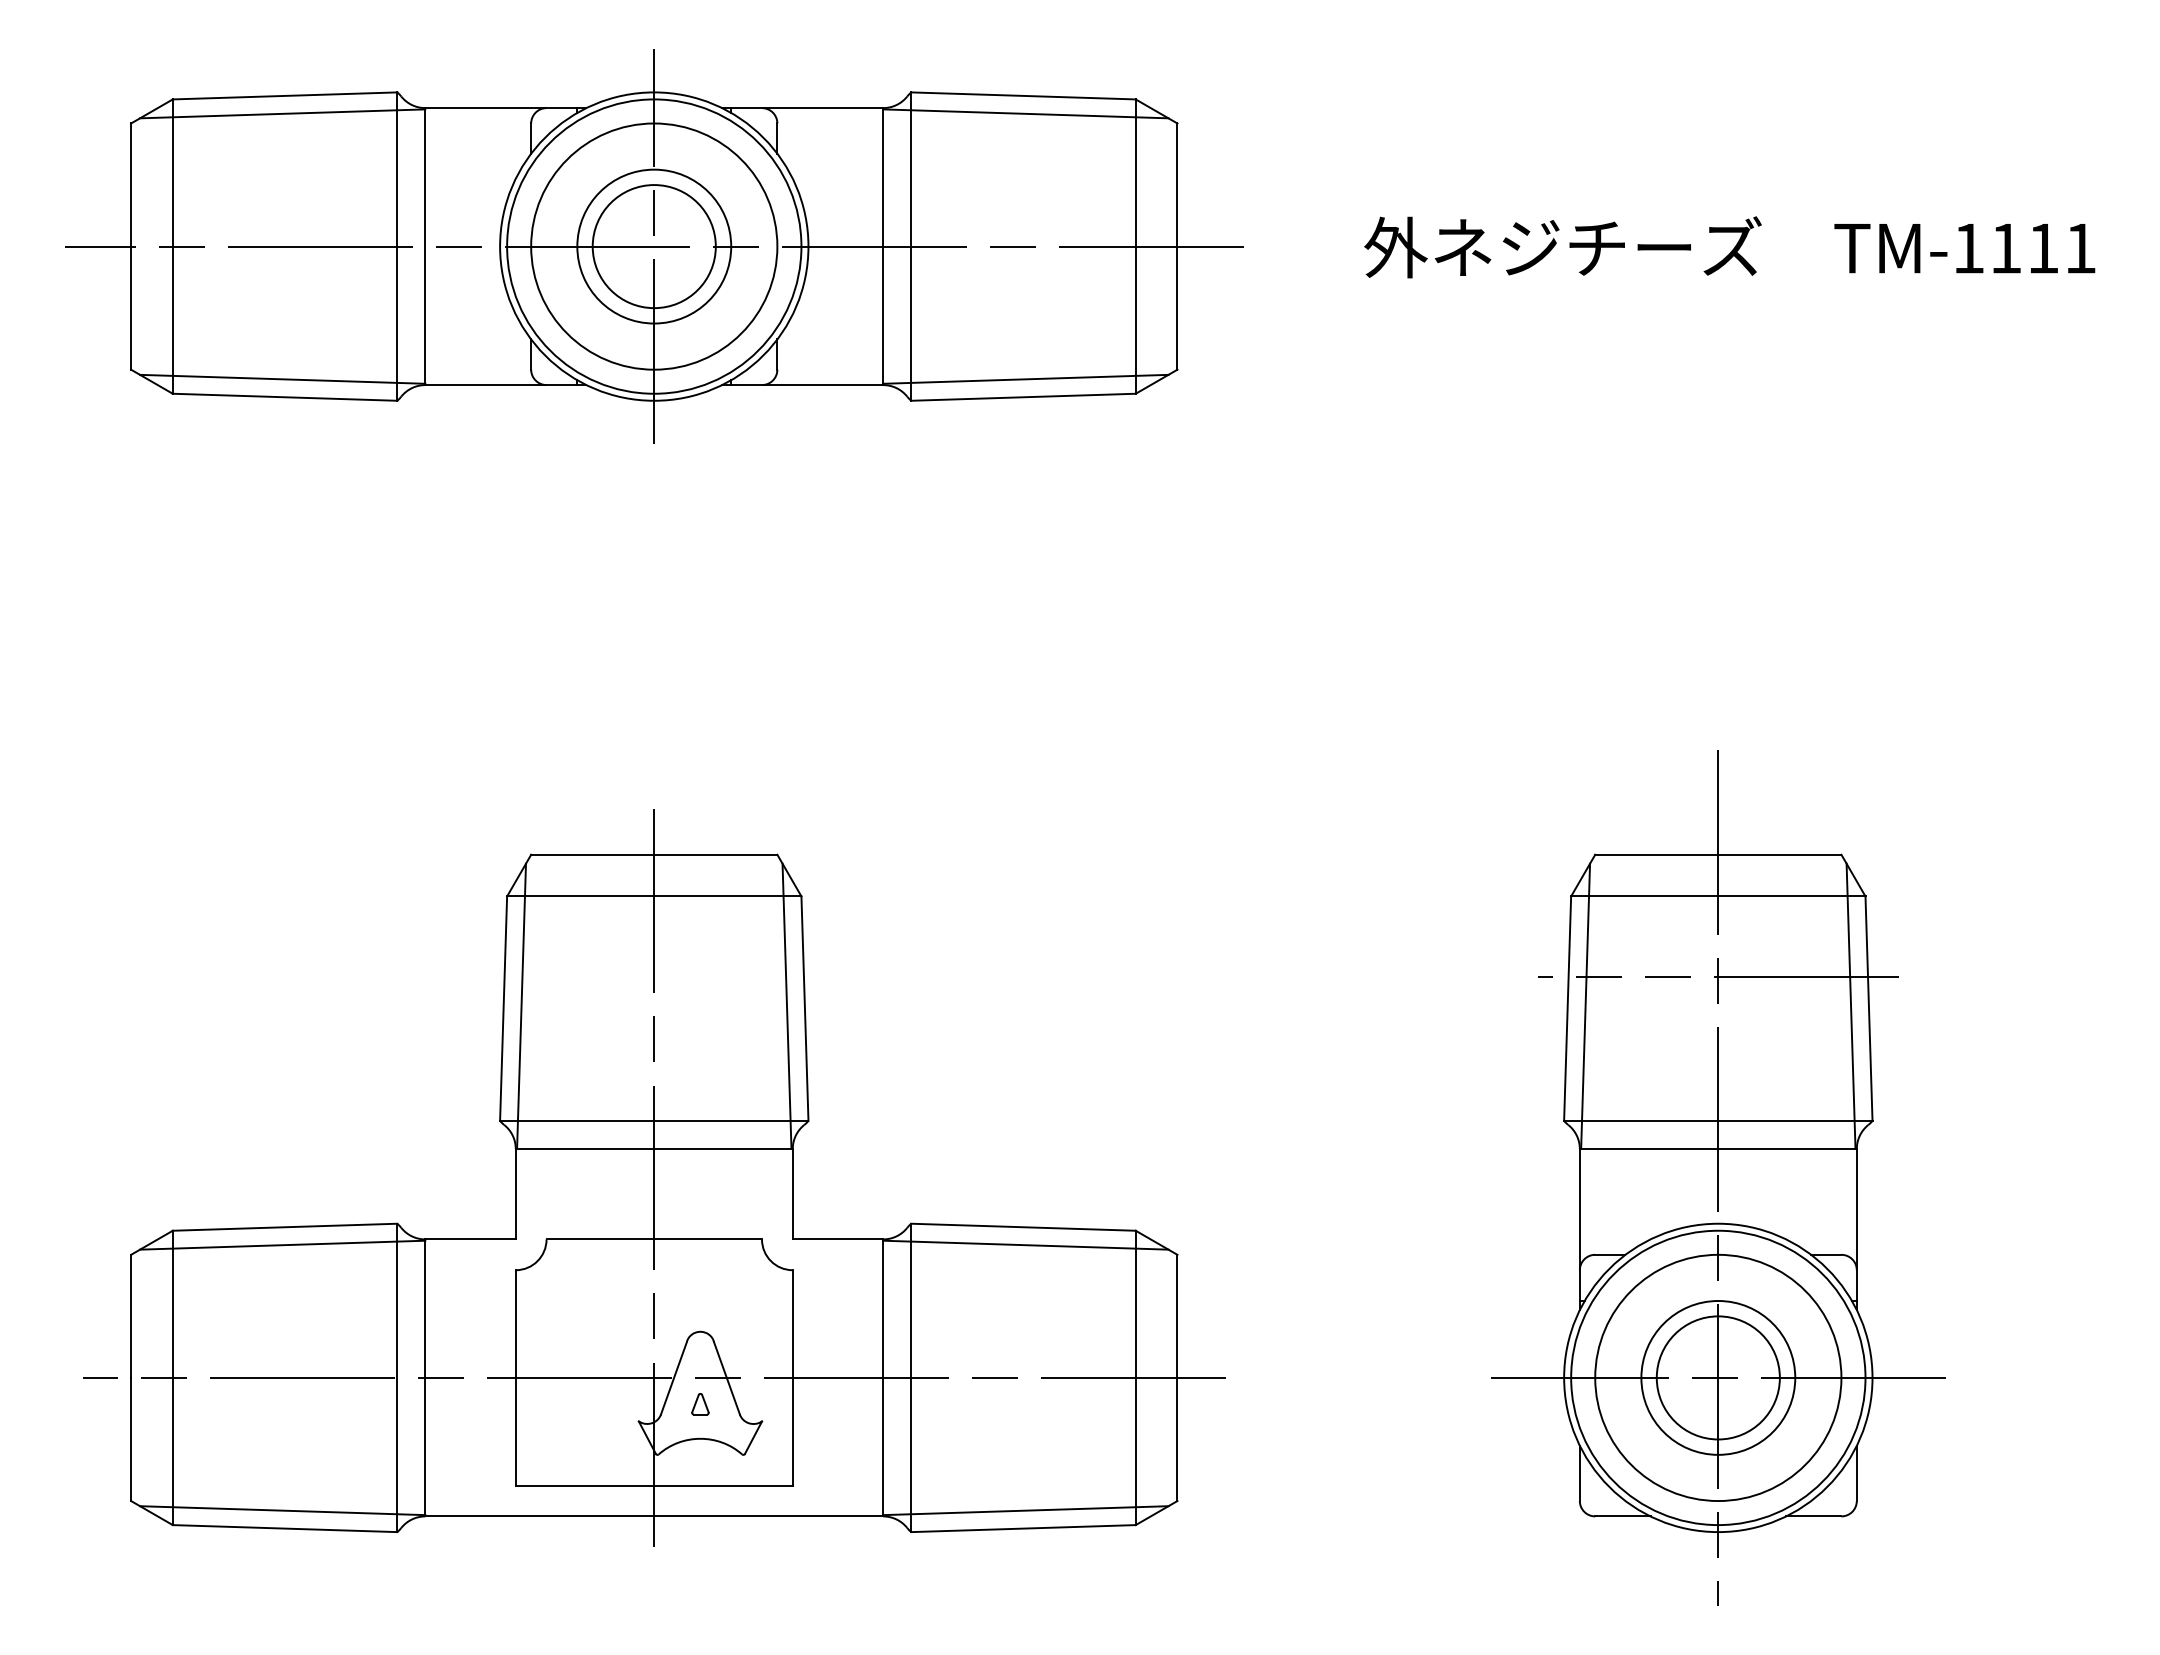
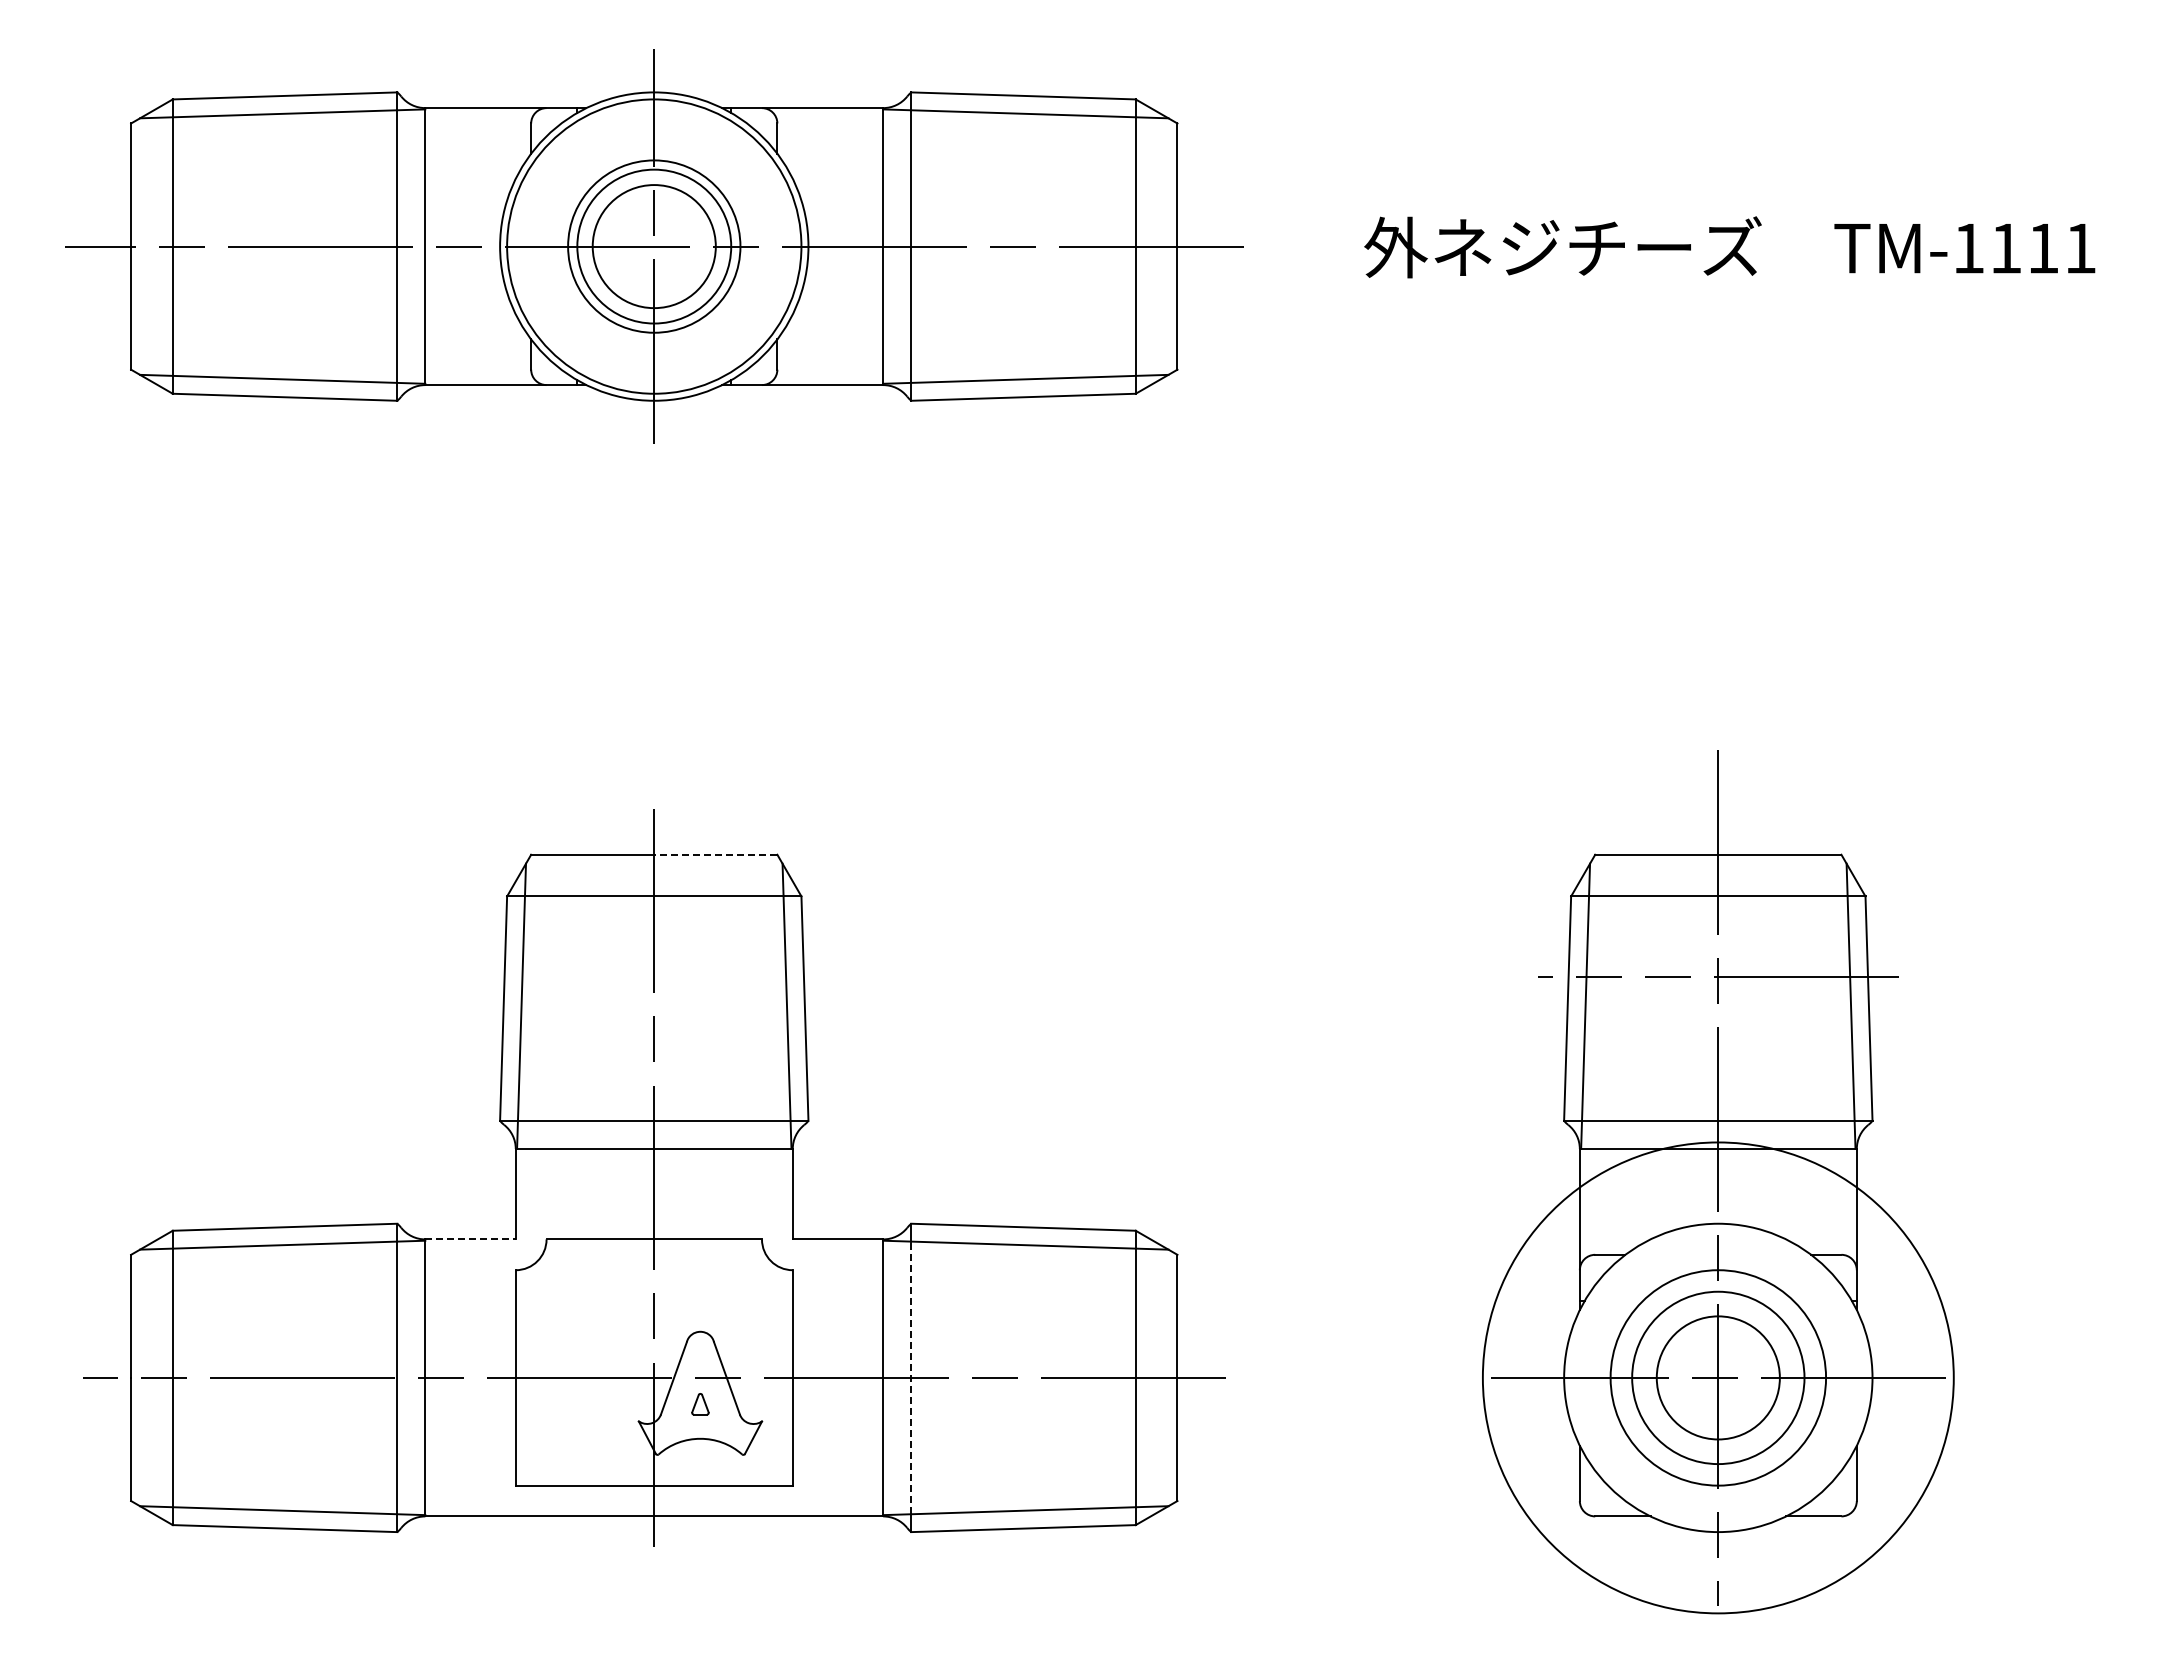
circle at (654, 246) diameter: 246 px -> 172 px
line at (715, 854): solid -> dashed
line at (471, 1239): solid -> dashed
line at (911, 1377): solid -> dashed
circle at (1718, 1377) diameter: 154 px -> 215 px
circle at (1718, 1377) diameter: 246 px -> 172 px
circle at (1718, 1377) diameter: 294 px -> 471 px
